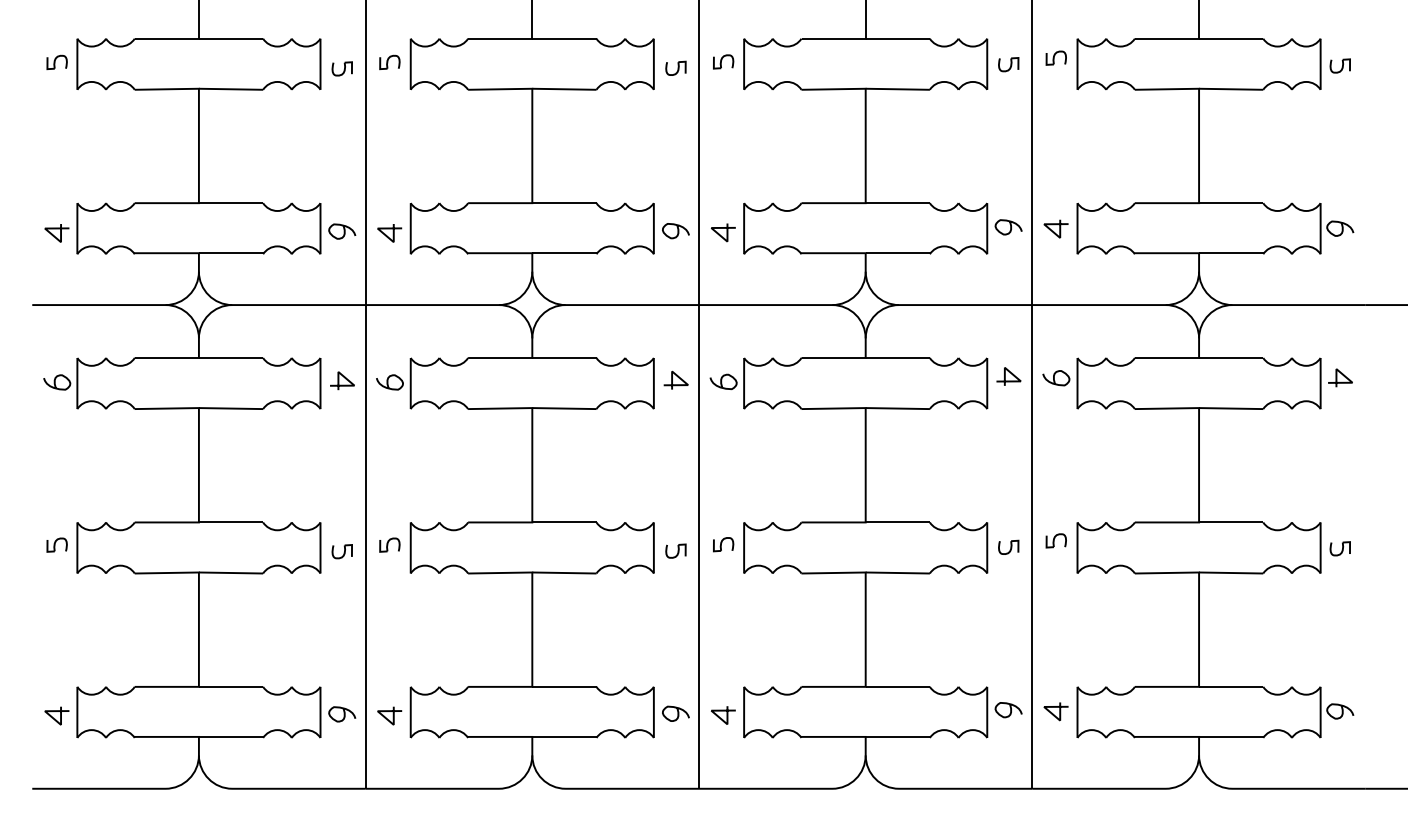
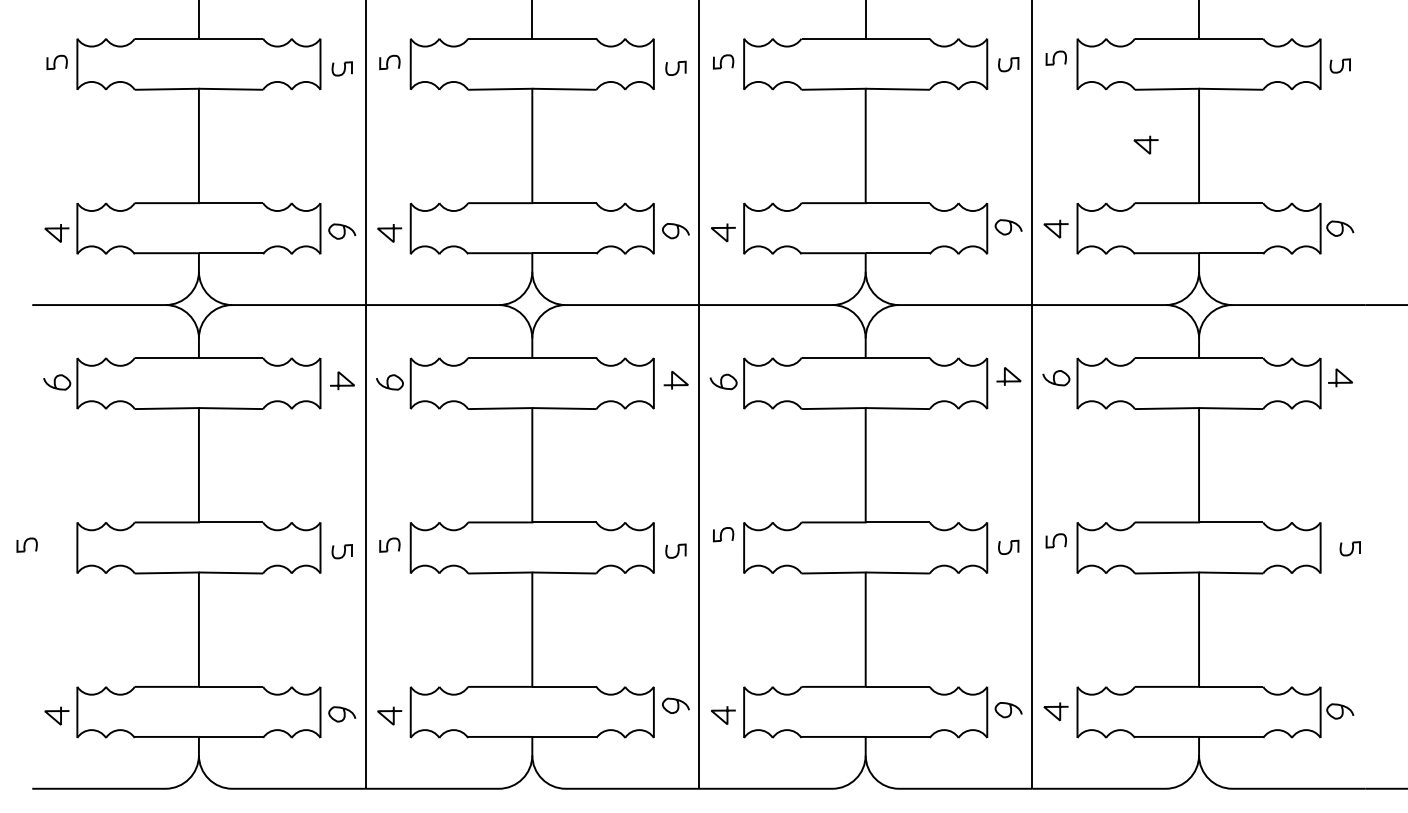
curve at (1145, 141): none -> present
part at (56, 544) position: (56, 544) -> (26, 544)
part at (723, 544) position: (723, 544) -> (723, 534)
part at (1339, 548) position: (1339, 548) -> (1349, 548)
curve at (677, 713) position: (677, 713) -> (677, 705)
